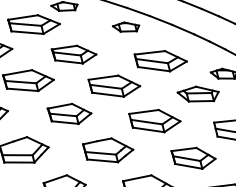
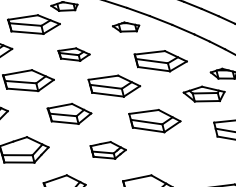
part at (73, 54) size: 48x21 px -> 34x15 px
part at (197, 93) position: (197, 93) -> (203, 93)
part at (108, 150) size: 53x27 px -> 38x19 px
part at (193, 157): present -> none
